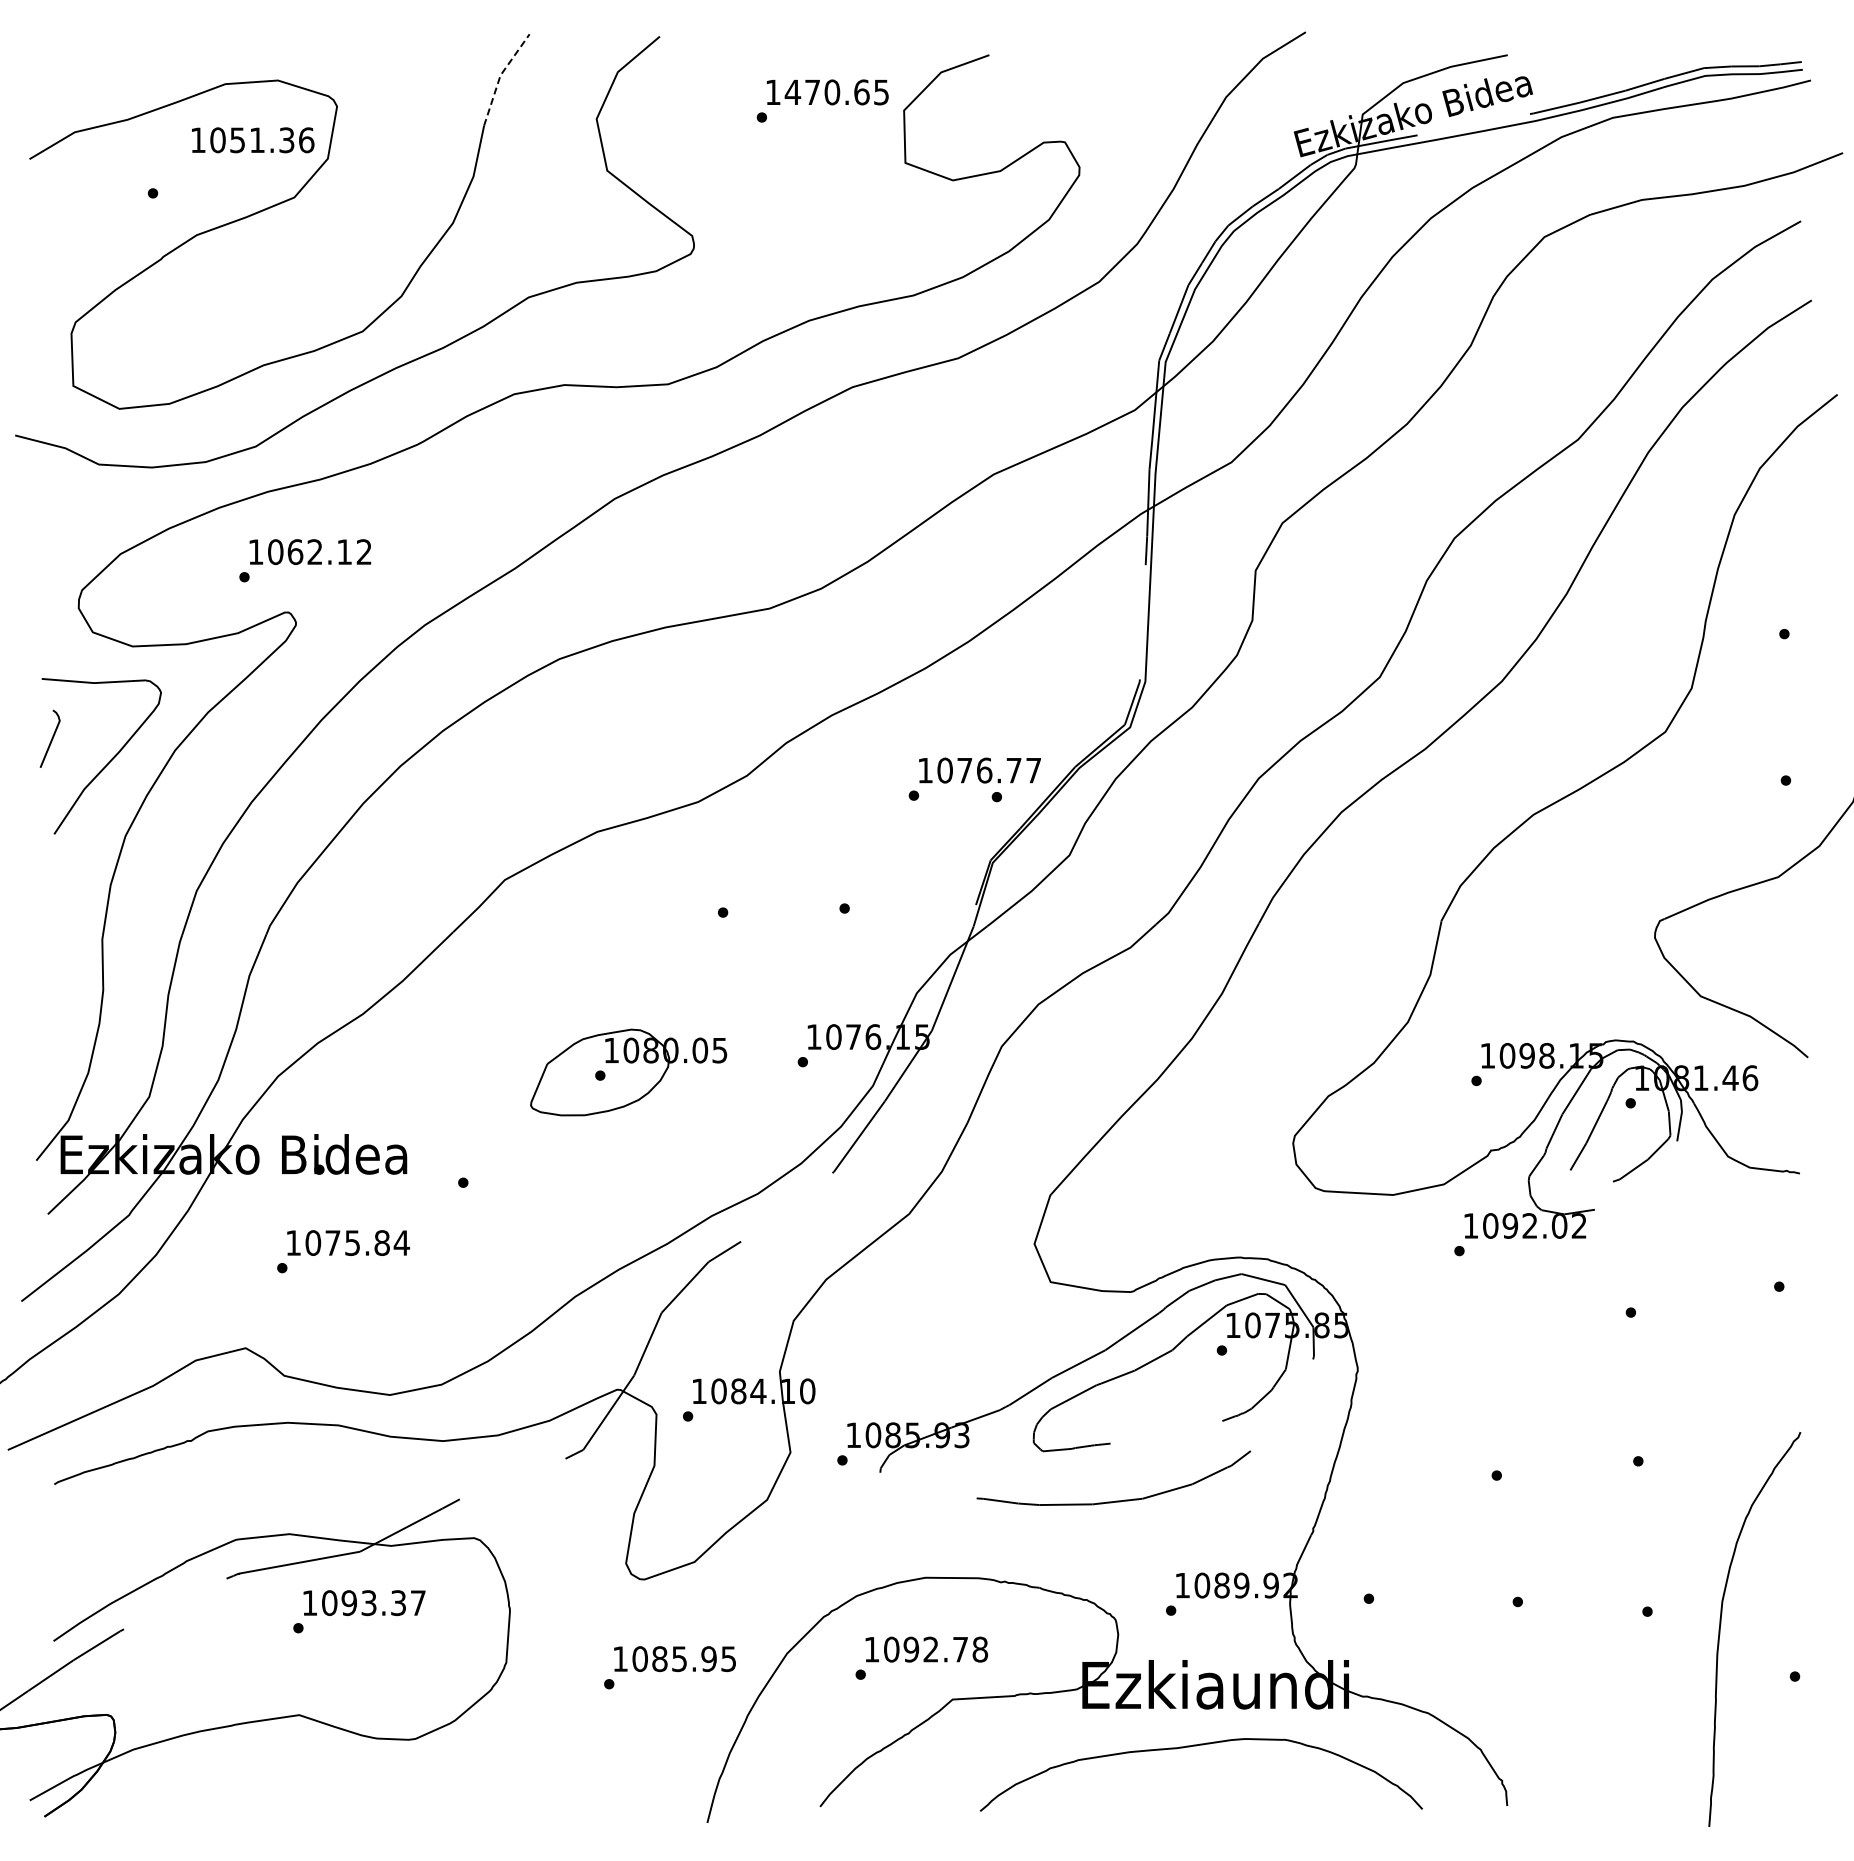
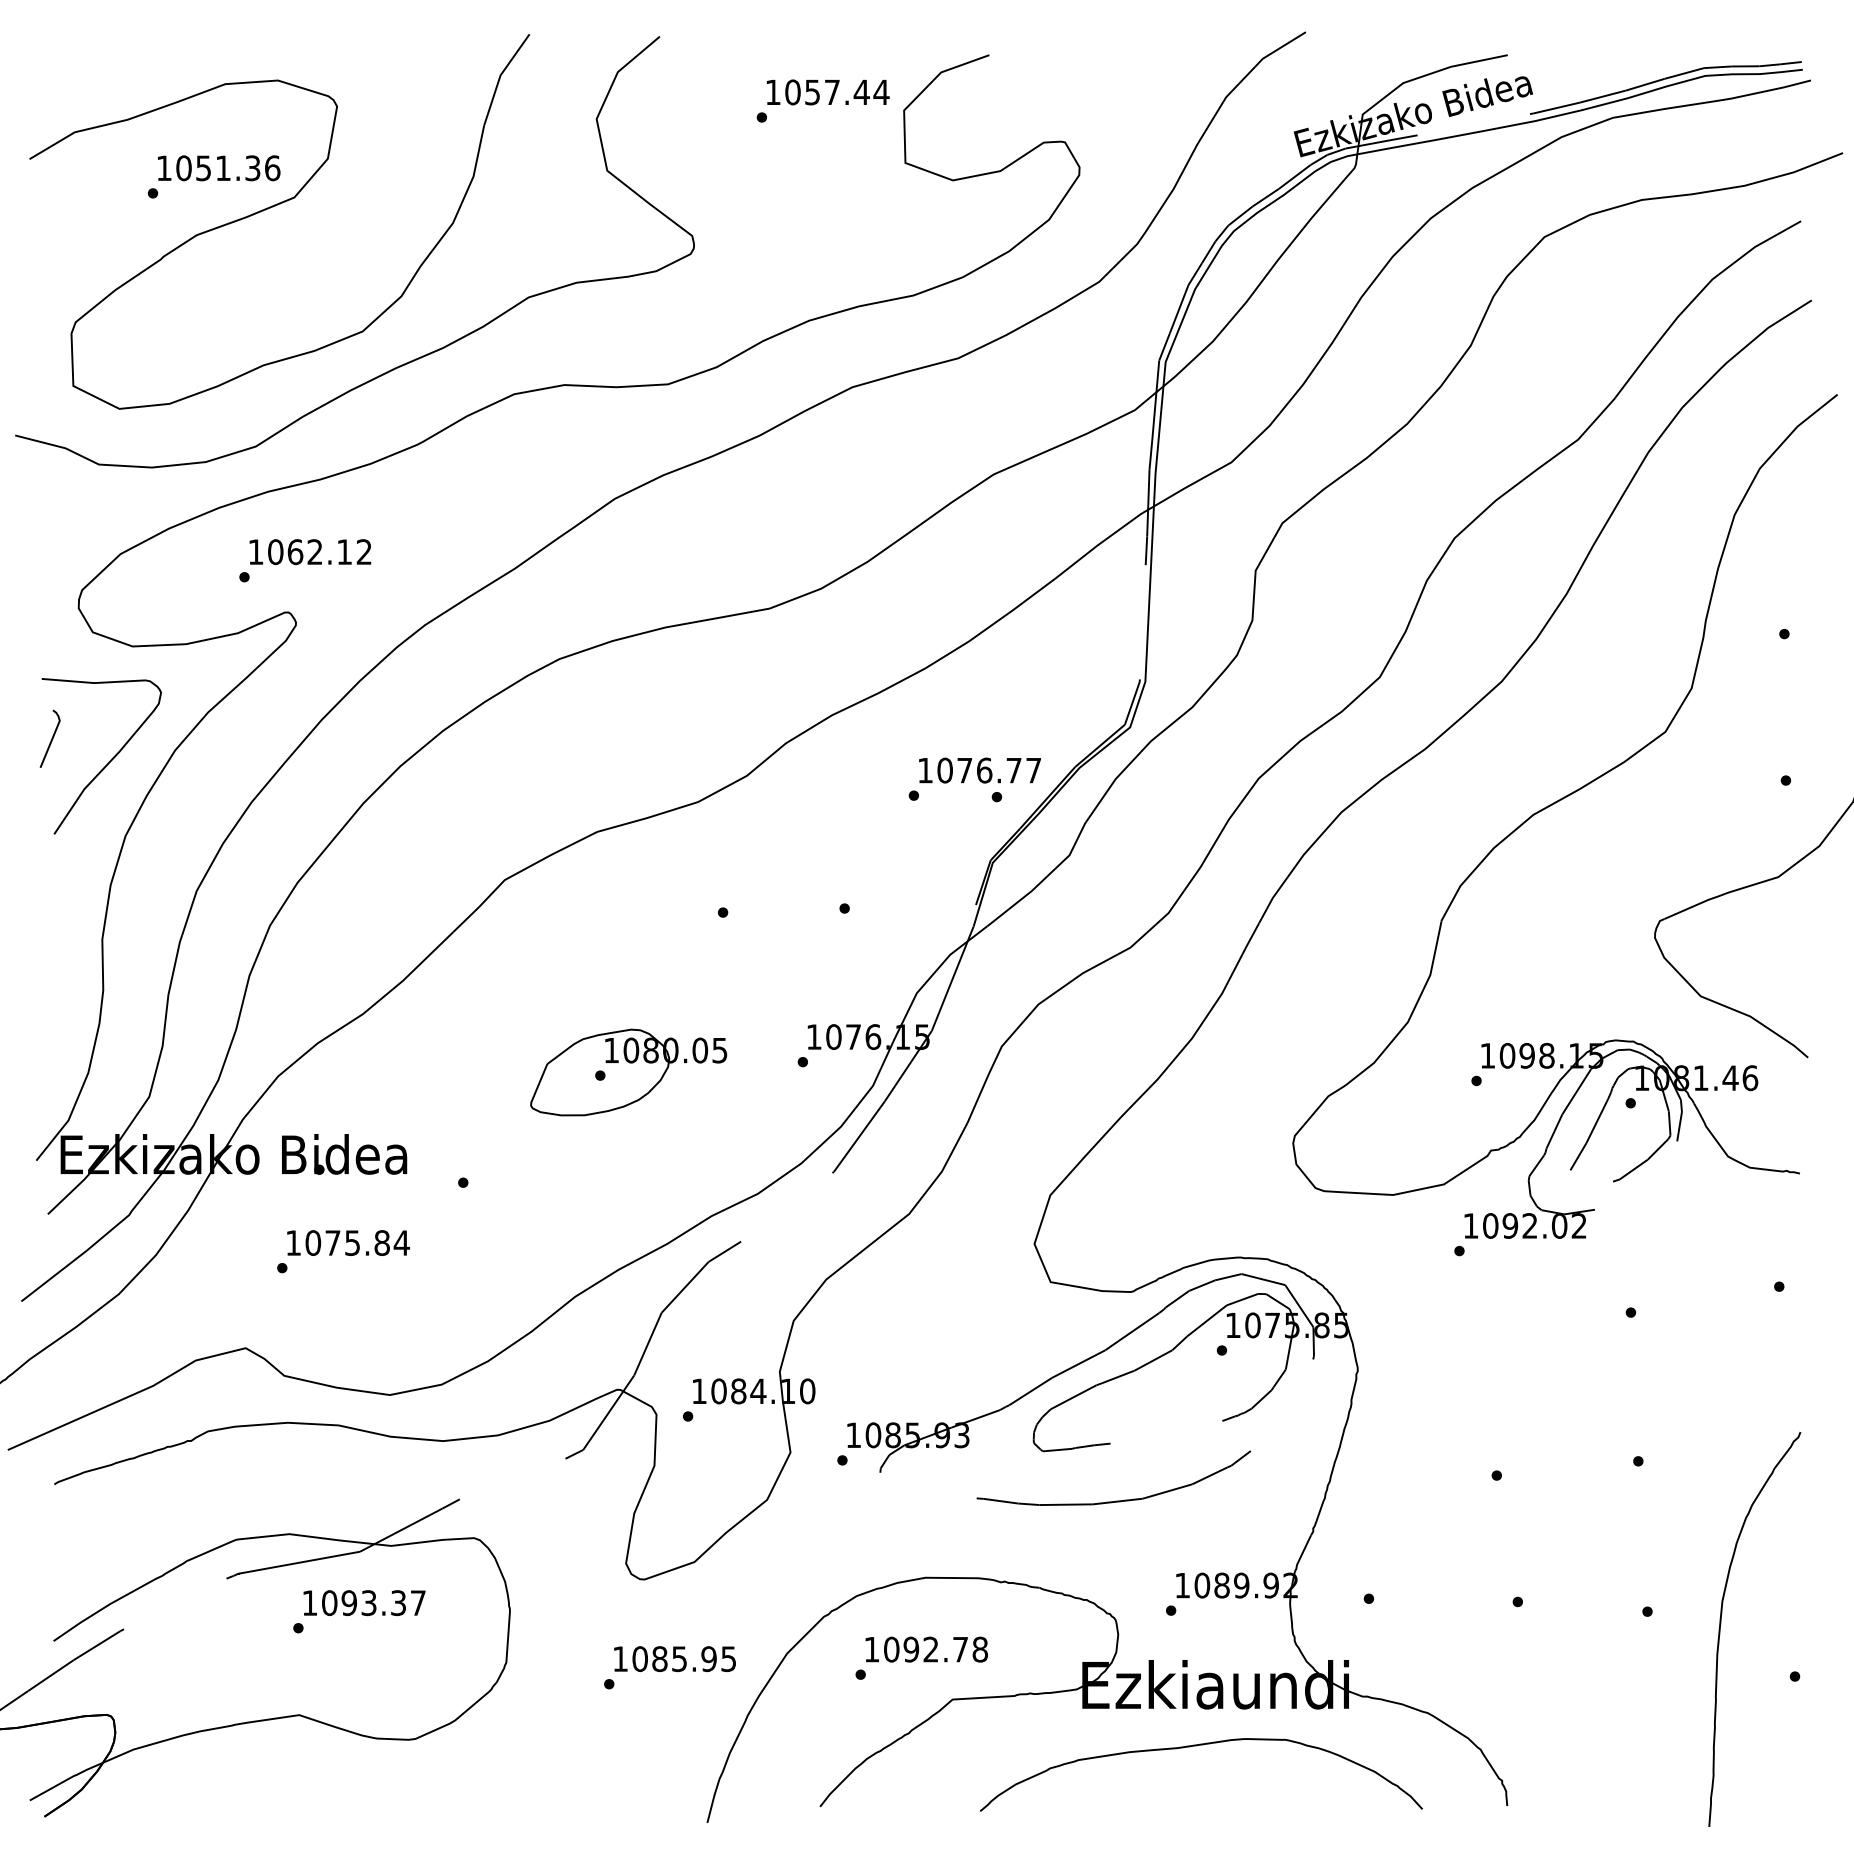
line at (500, 75): dashed -> solid
text at (836, 92): 1470.65 -> 1057.44
text at (253, 140) position: (253, 140) -> (219, 168)
